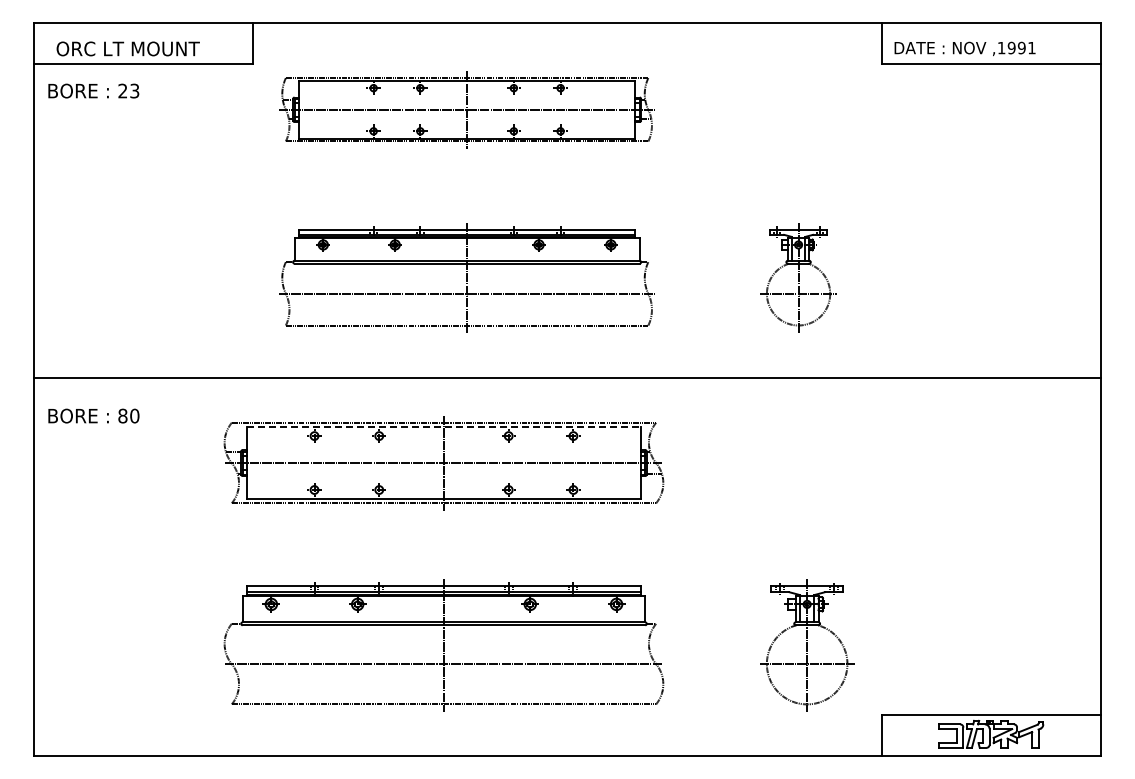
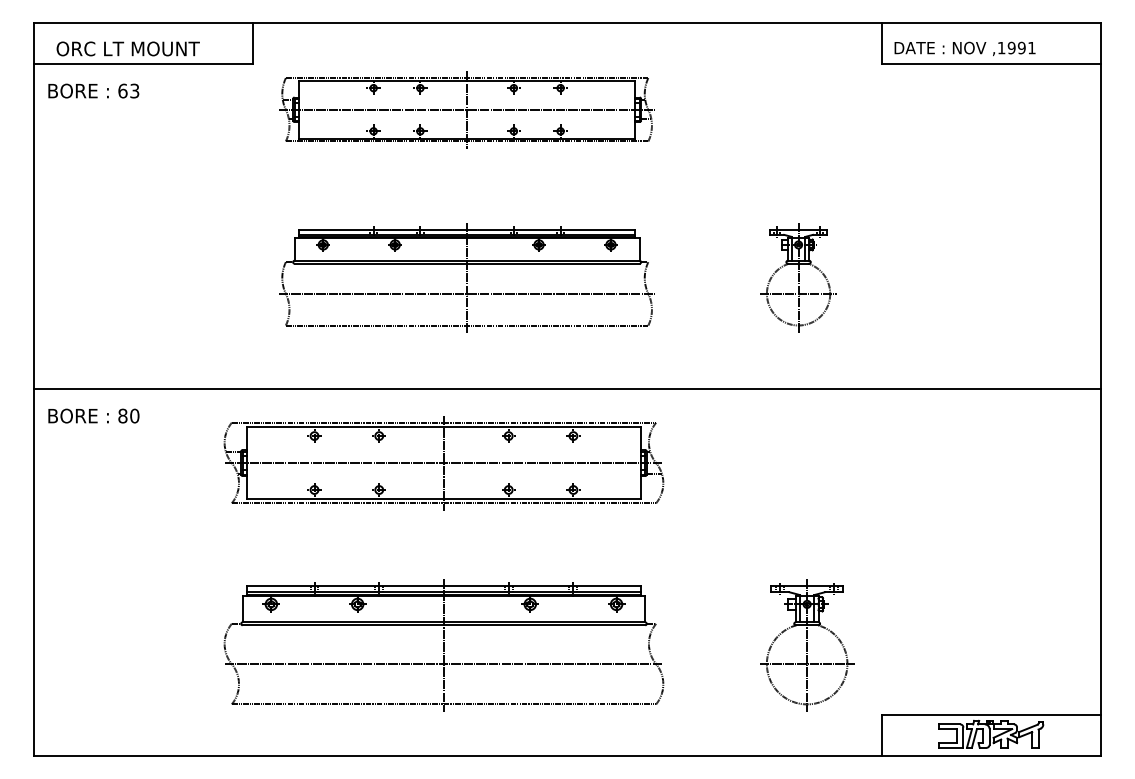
text at (122, 90): 23 -> 63
line at (567, 378) position: (567, 378) -> (567, 389)
line at (444, 427): dashed -> solid
